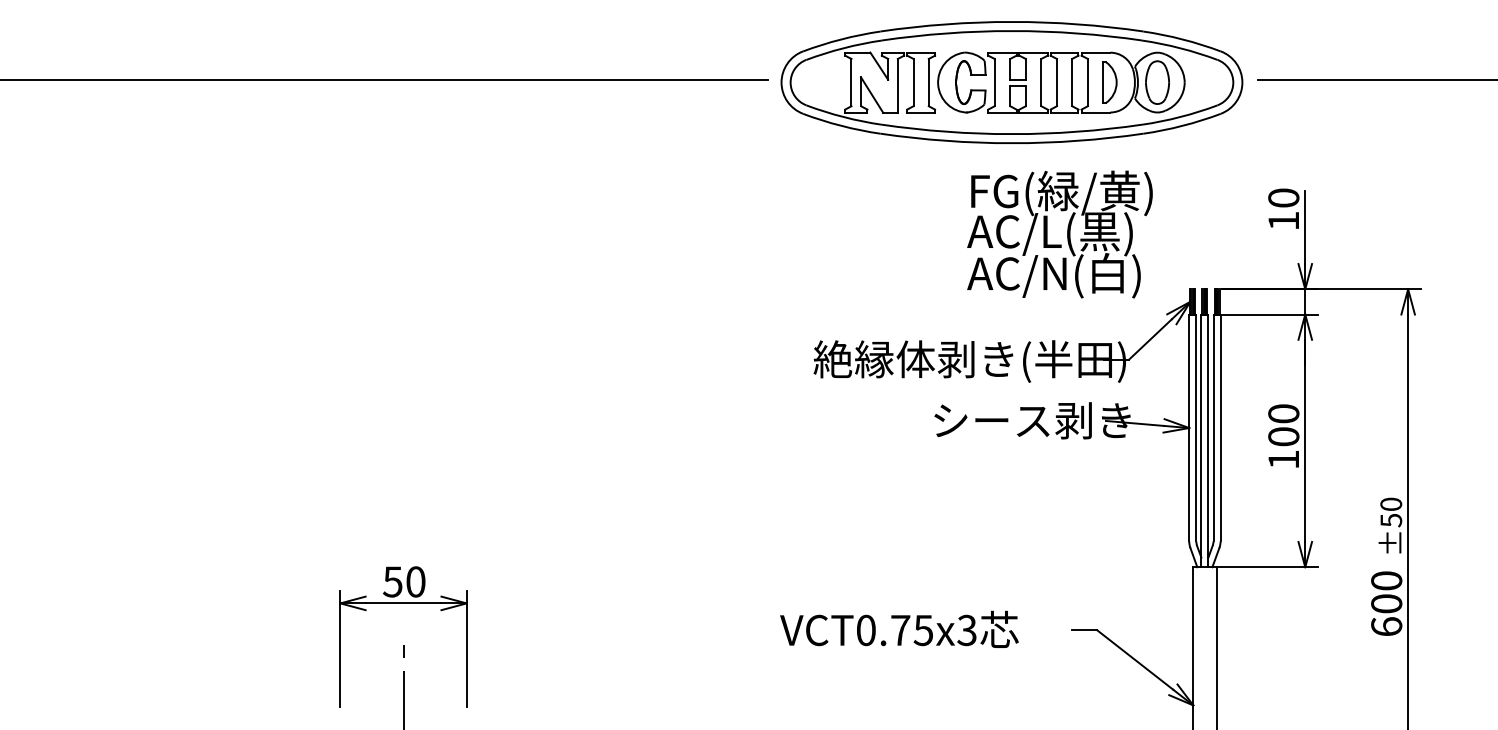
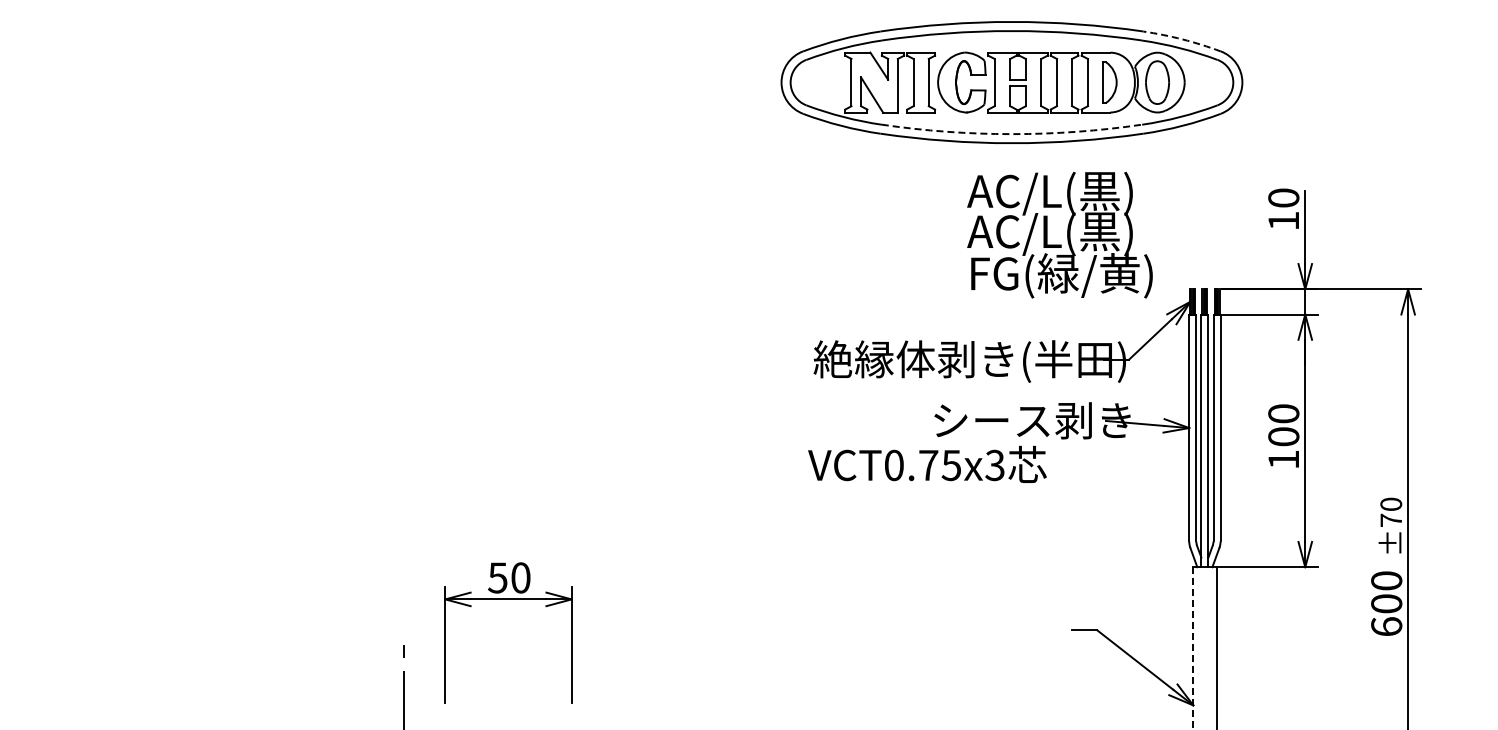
arc at (1182, 39): solid -> dashed
line at (384, 80): present -> none
line at (1376, 80): present -> none
arc at (1011, 134): solid -> dashed
text at (1059, 193): FG(緑/黄) -> AC/L(黒)
text at (1059, 275): AC/N(白) -> FG(緑/黄)
text at (1391, 520): ±50 -> ±70
part at (403, 603) position: (403, 603) -> (508, 599)
text at (899, 628) position: (899, 628) -> (927, 463)
line at (1193, 648): solid -> dashed
